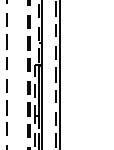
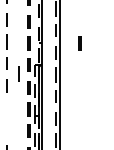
part at (79, 43): none -> present
line at (18, 73): none -> present
line at (6, 115): present -> none
